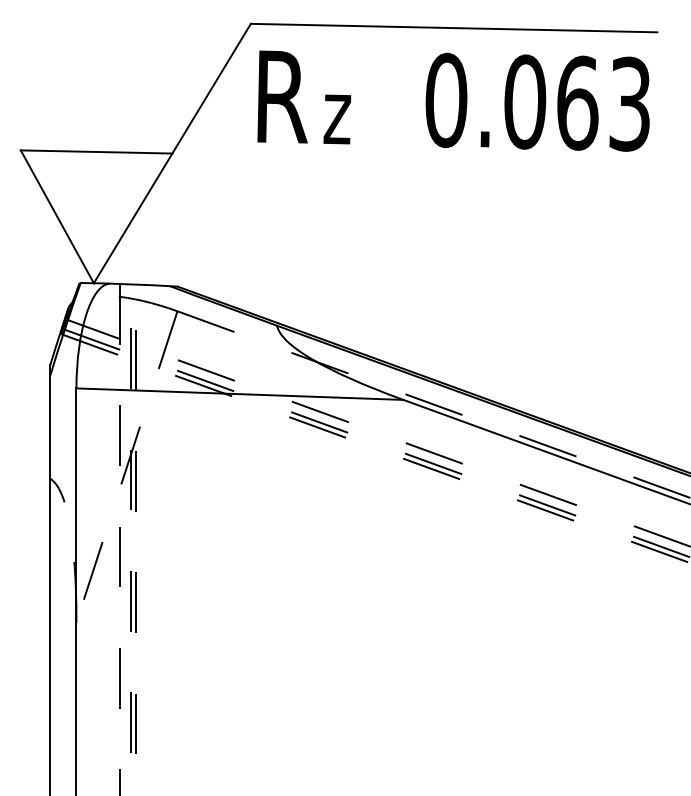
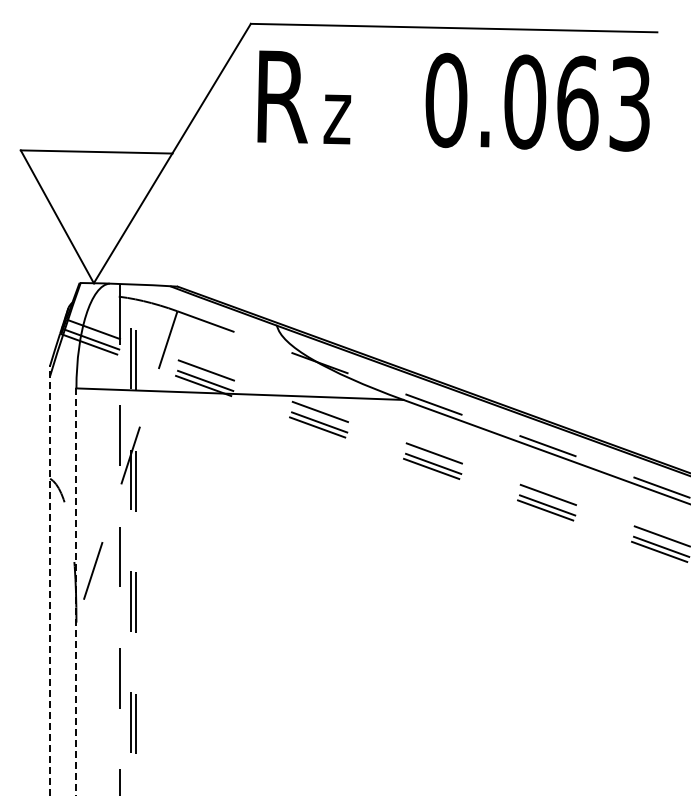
line at (50, 580): solid -> dashed
line at (76, 592): solid -> dashed
